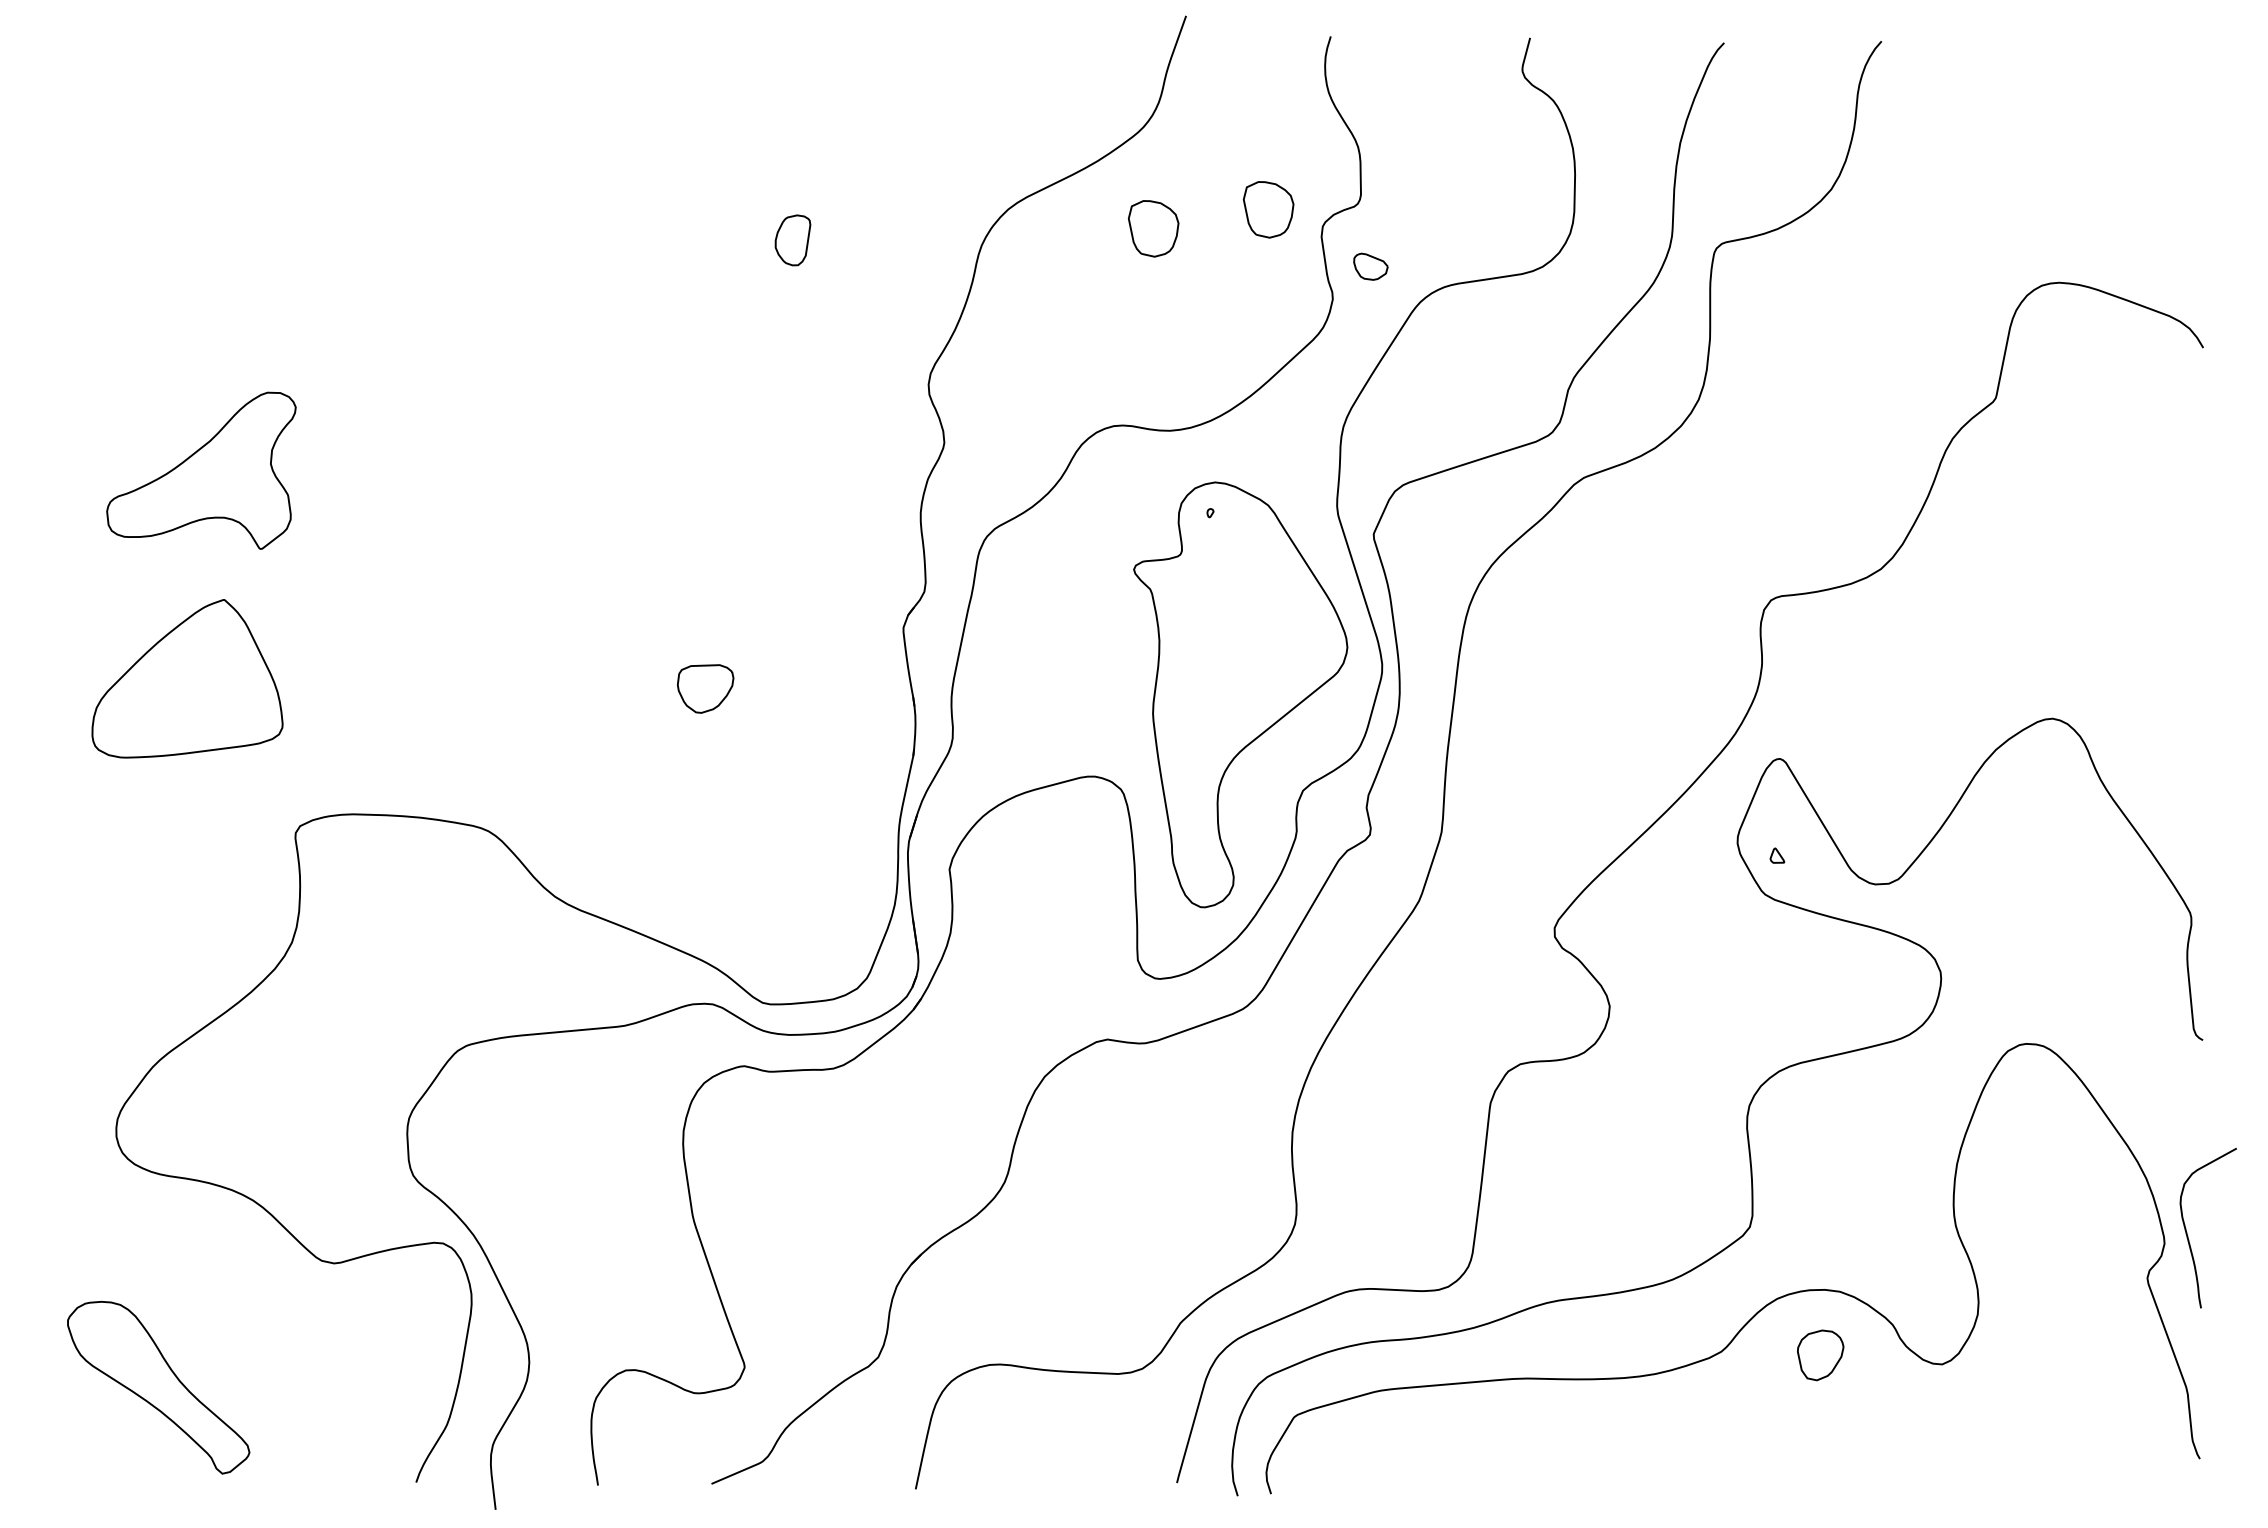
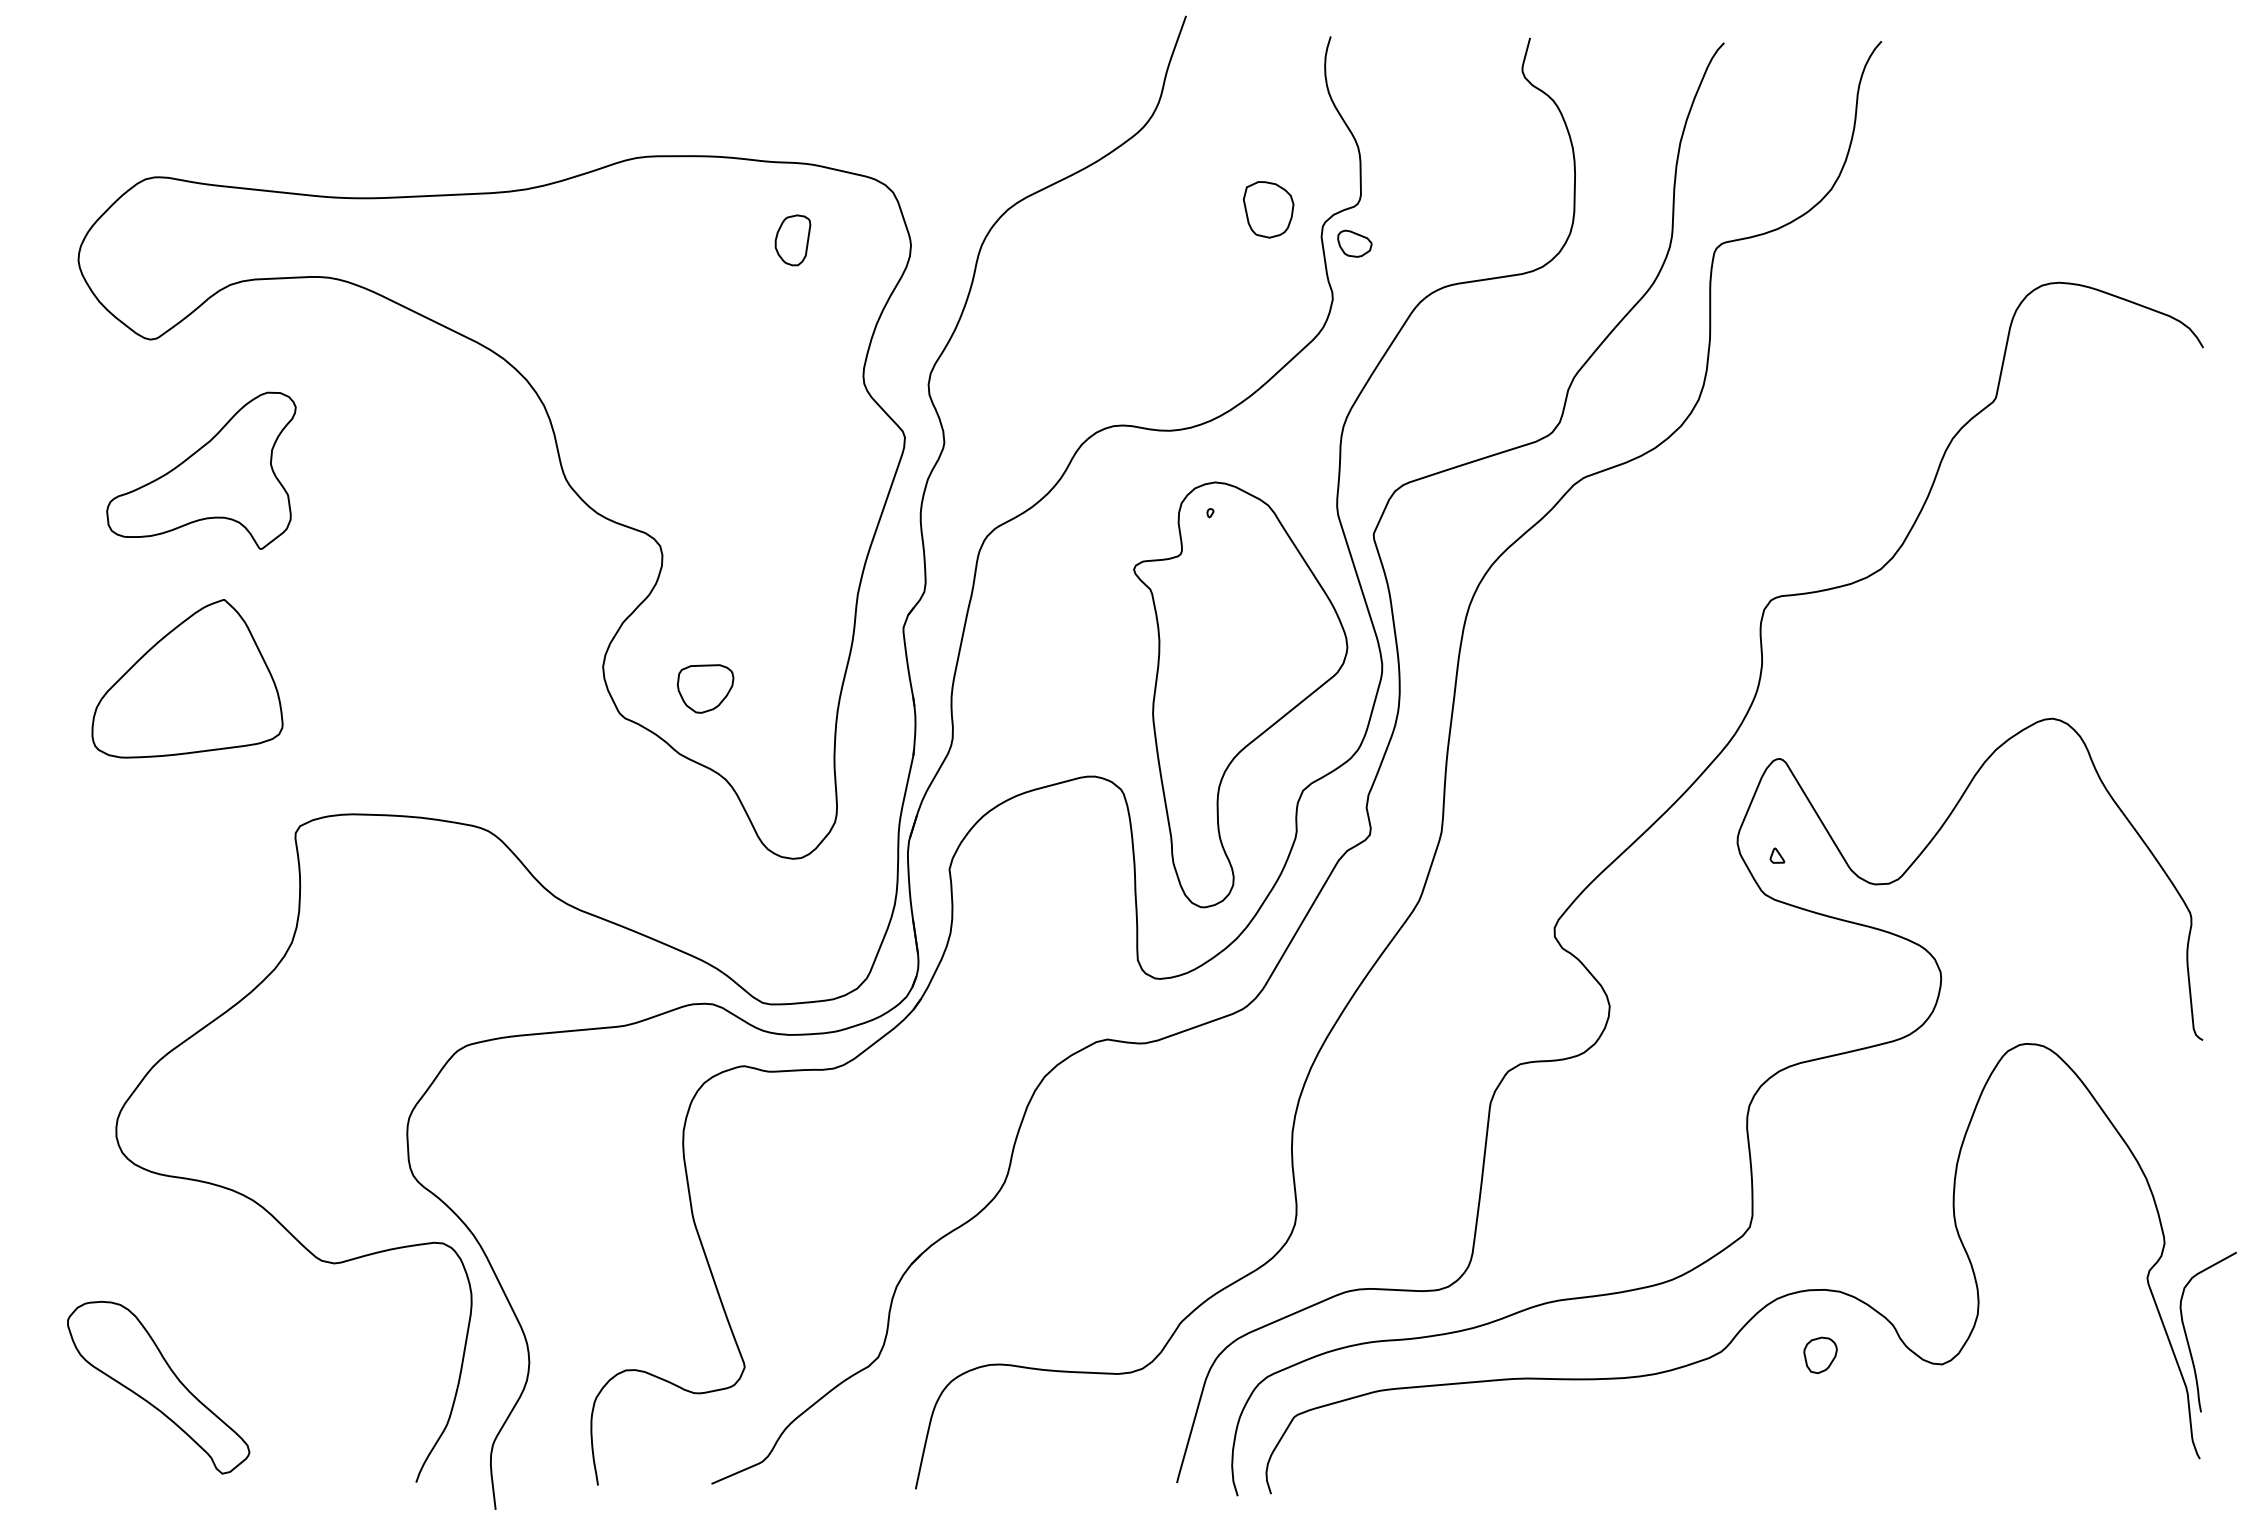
part at (1153, 228): present -> none
part at (1370, 266) position: (1370, 266) -> (1354, 243)
part at (563, 476): none -> present
curve at (2187, 1232) position: (2187, 1232) -> (2187, 1336)
part at (1820, 1355) size: 48x53 px -> 35x39 px
